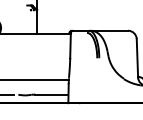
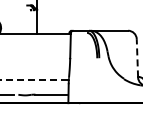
line at (137, 57): solid -> dashed
line at (34, 80): solid -> dashed
